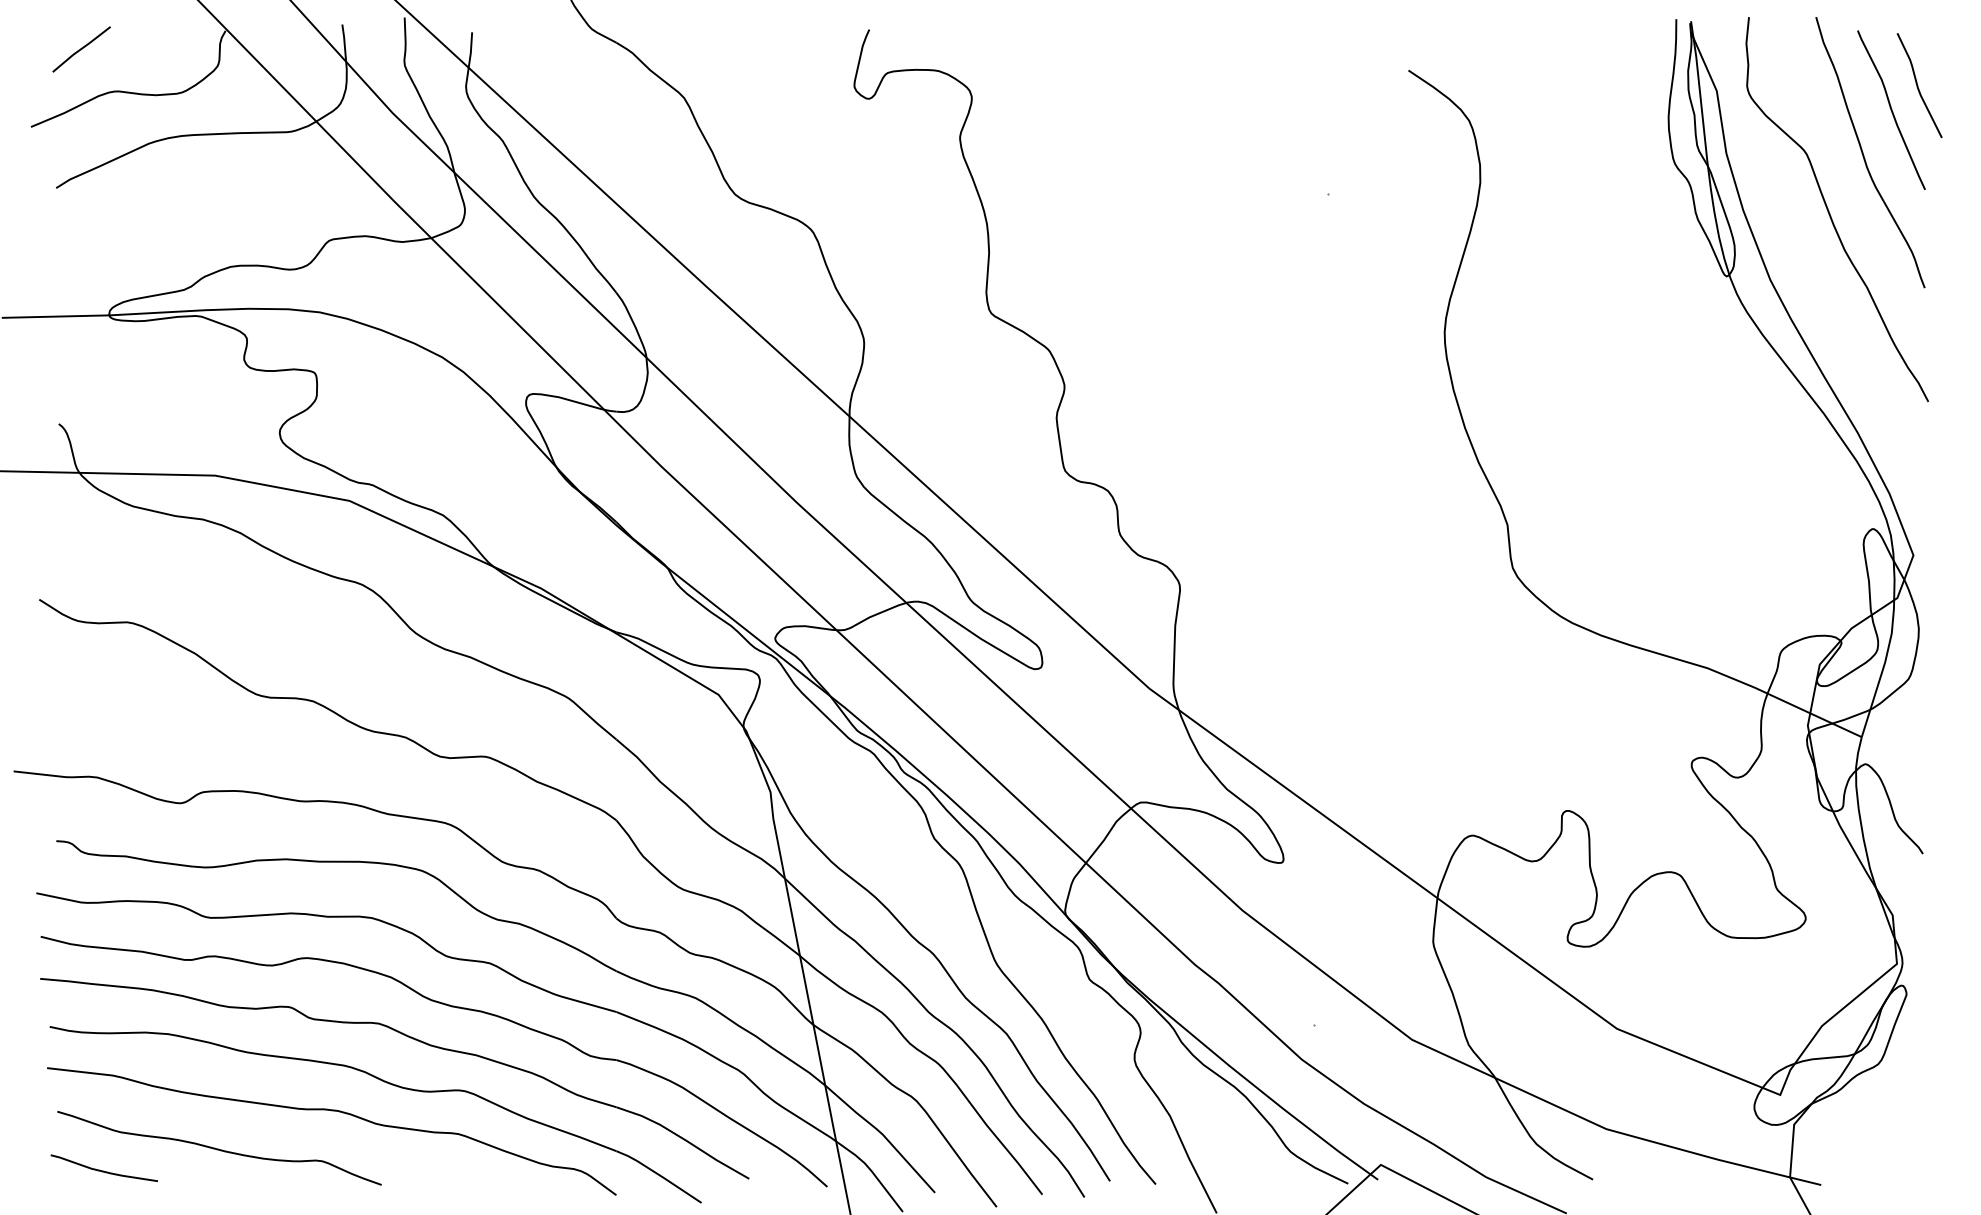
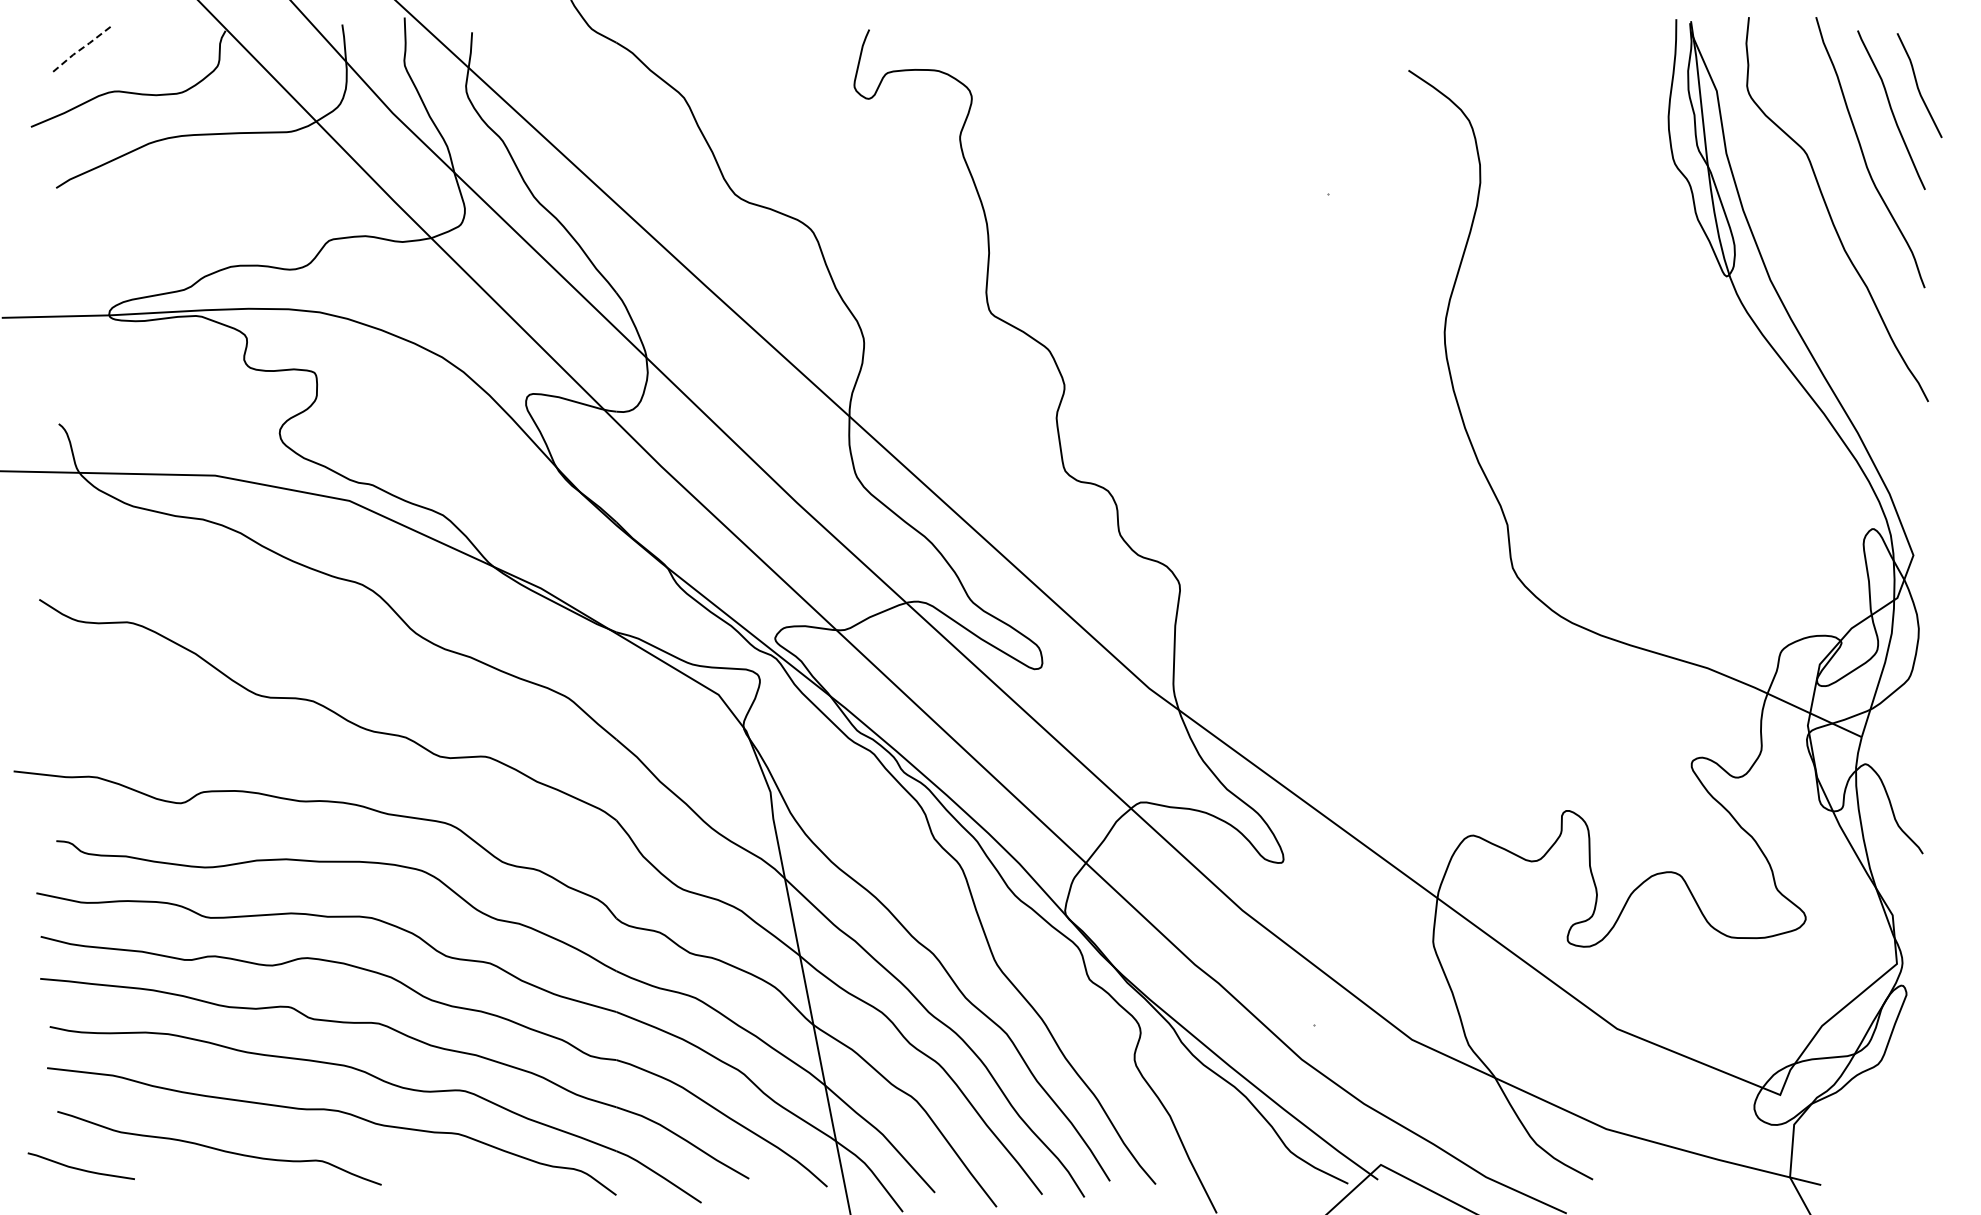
line at (80, 49): solid -> dashed
curve at (103, 1170) position: (103, 1170) -> (80, 1168)
